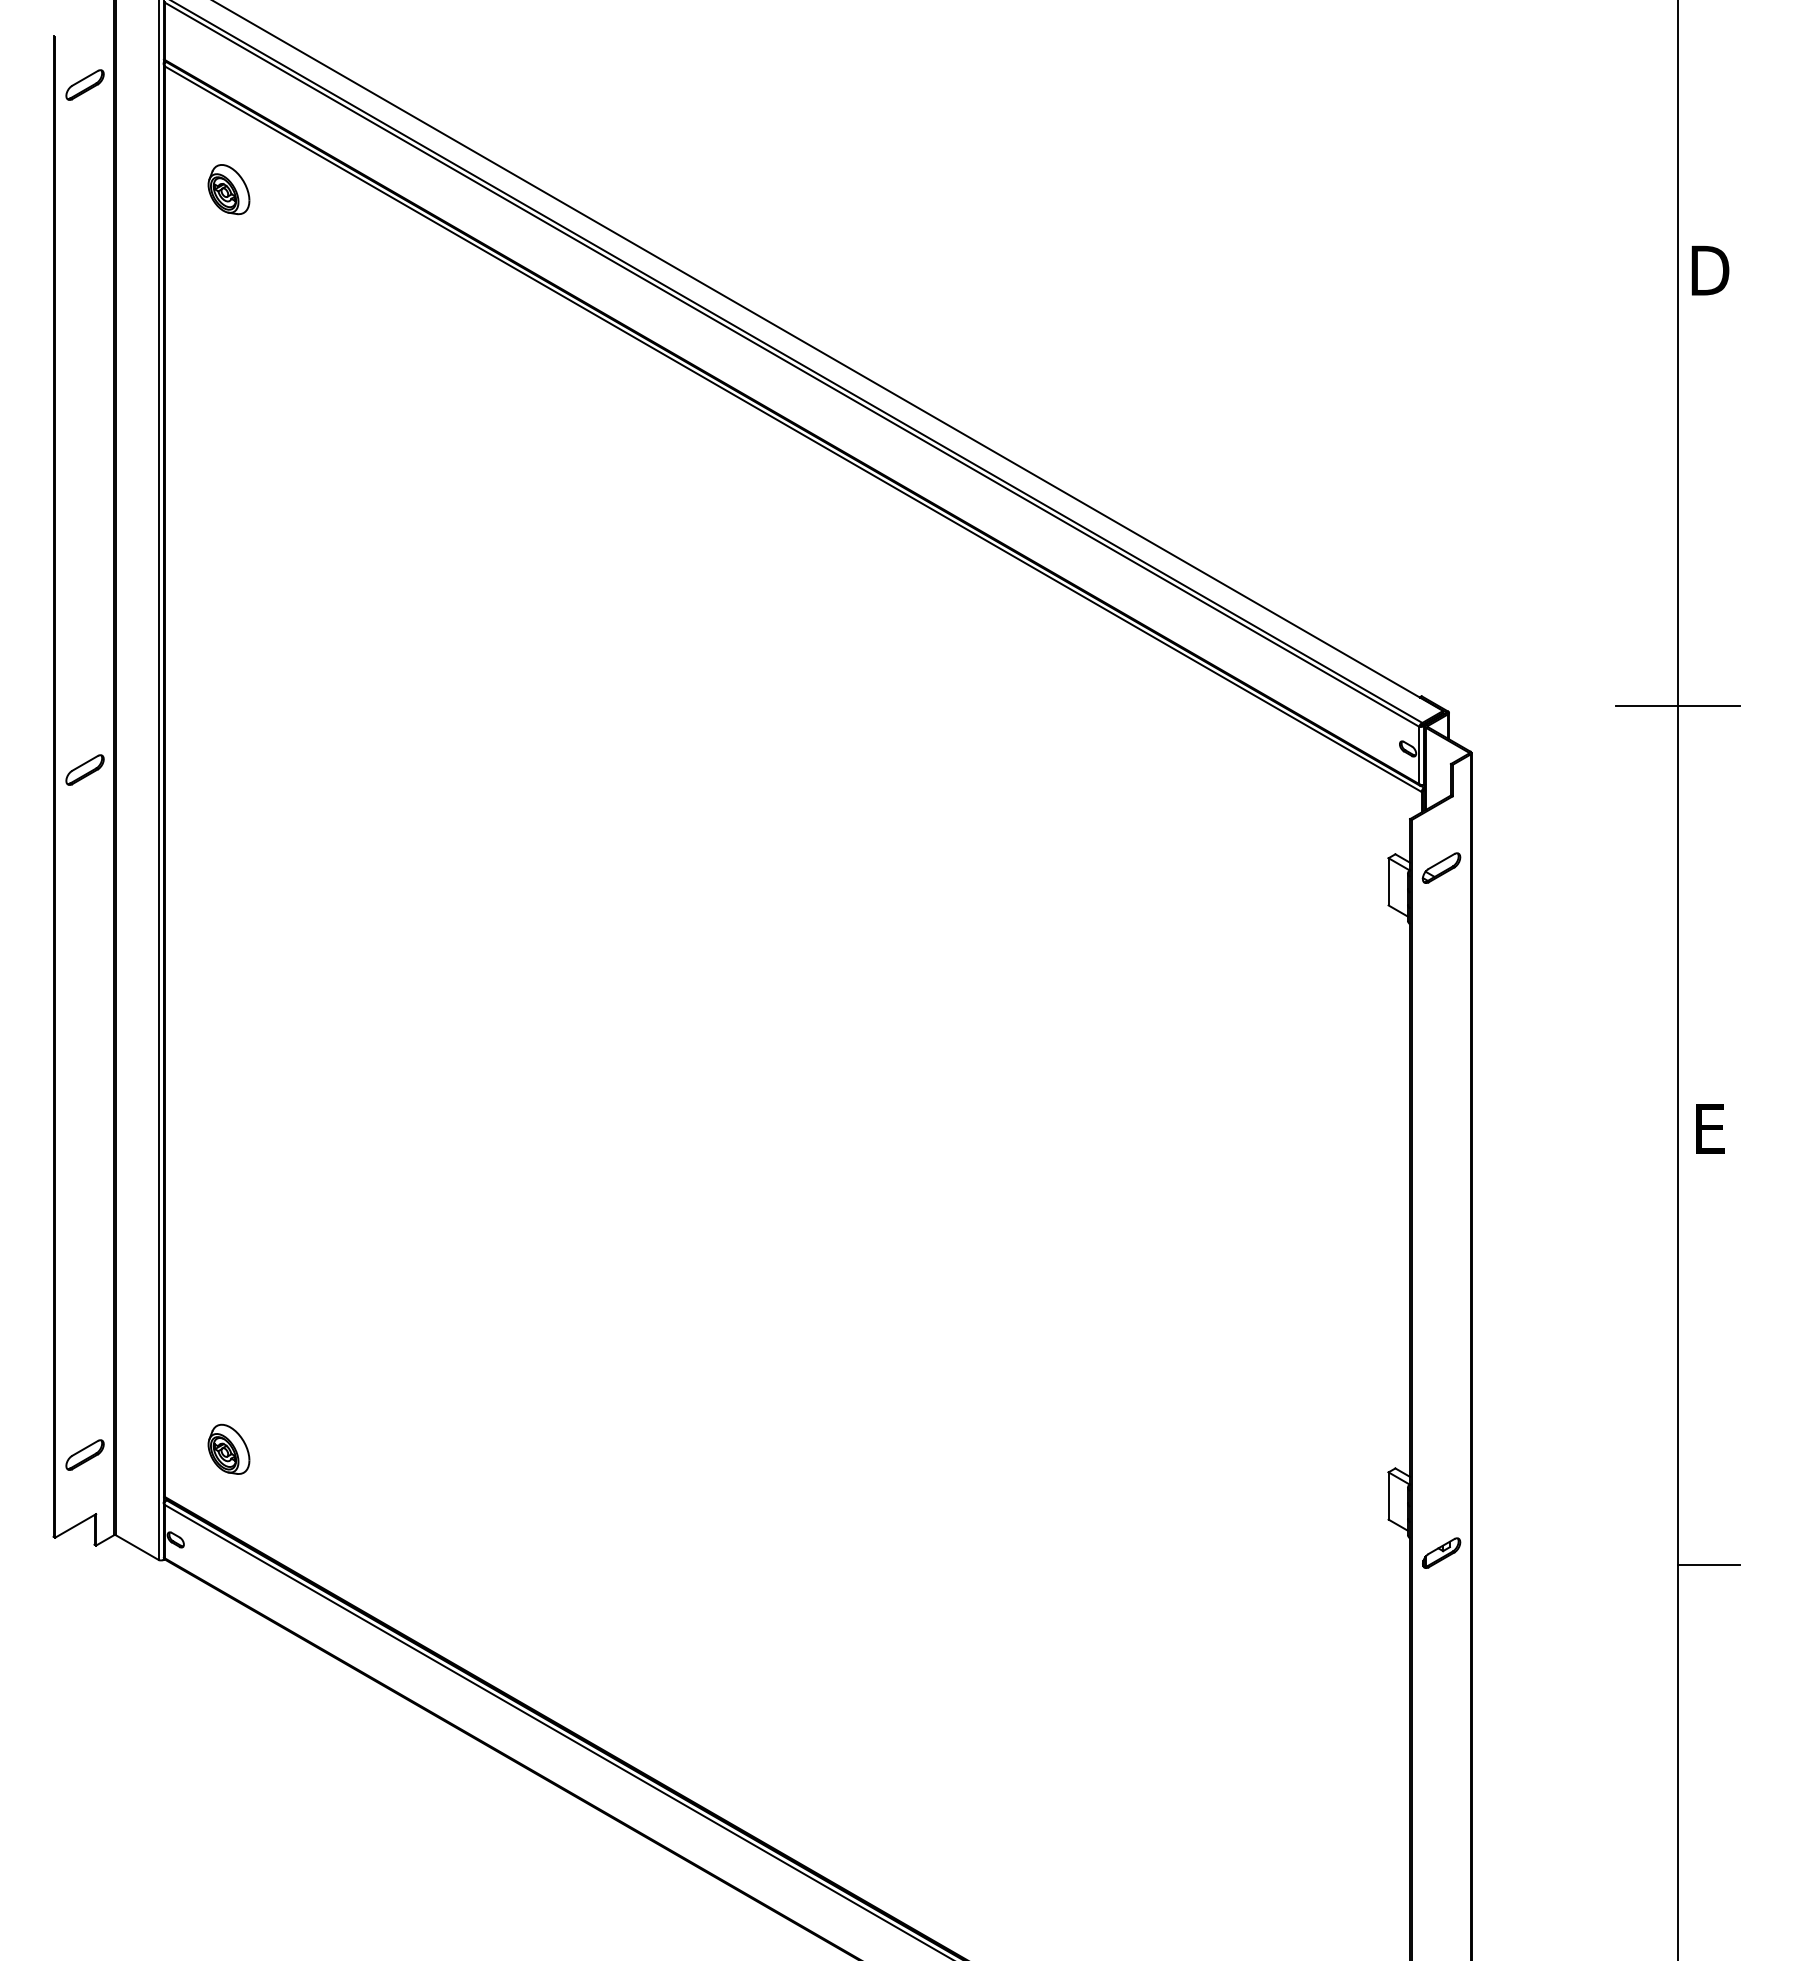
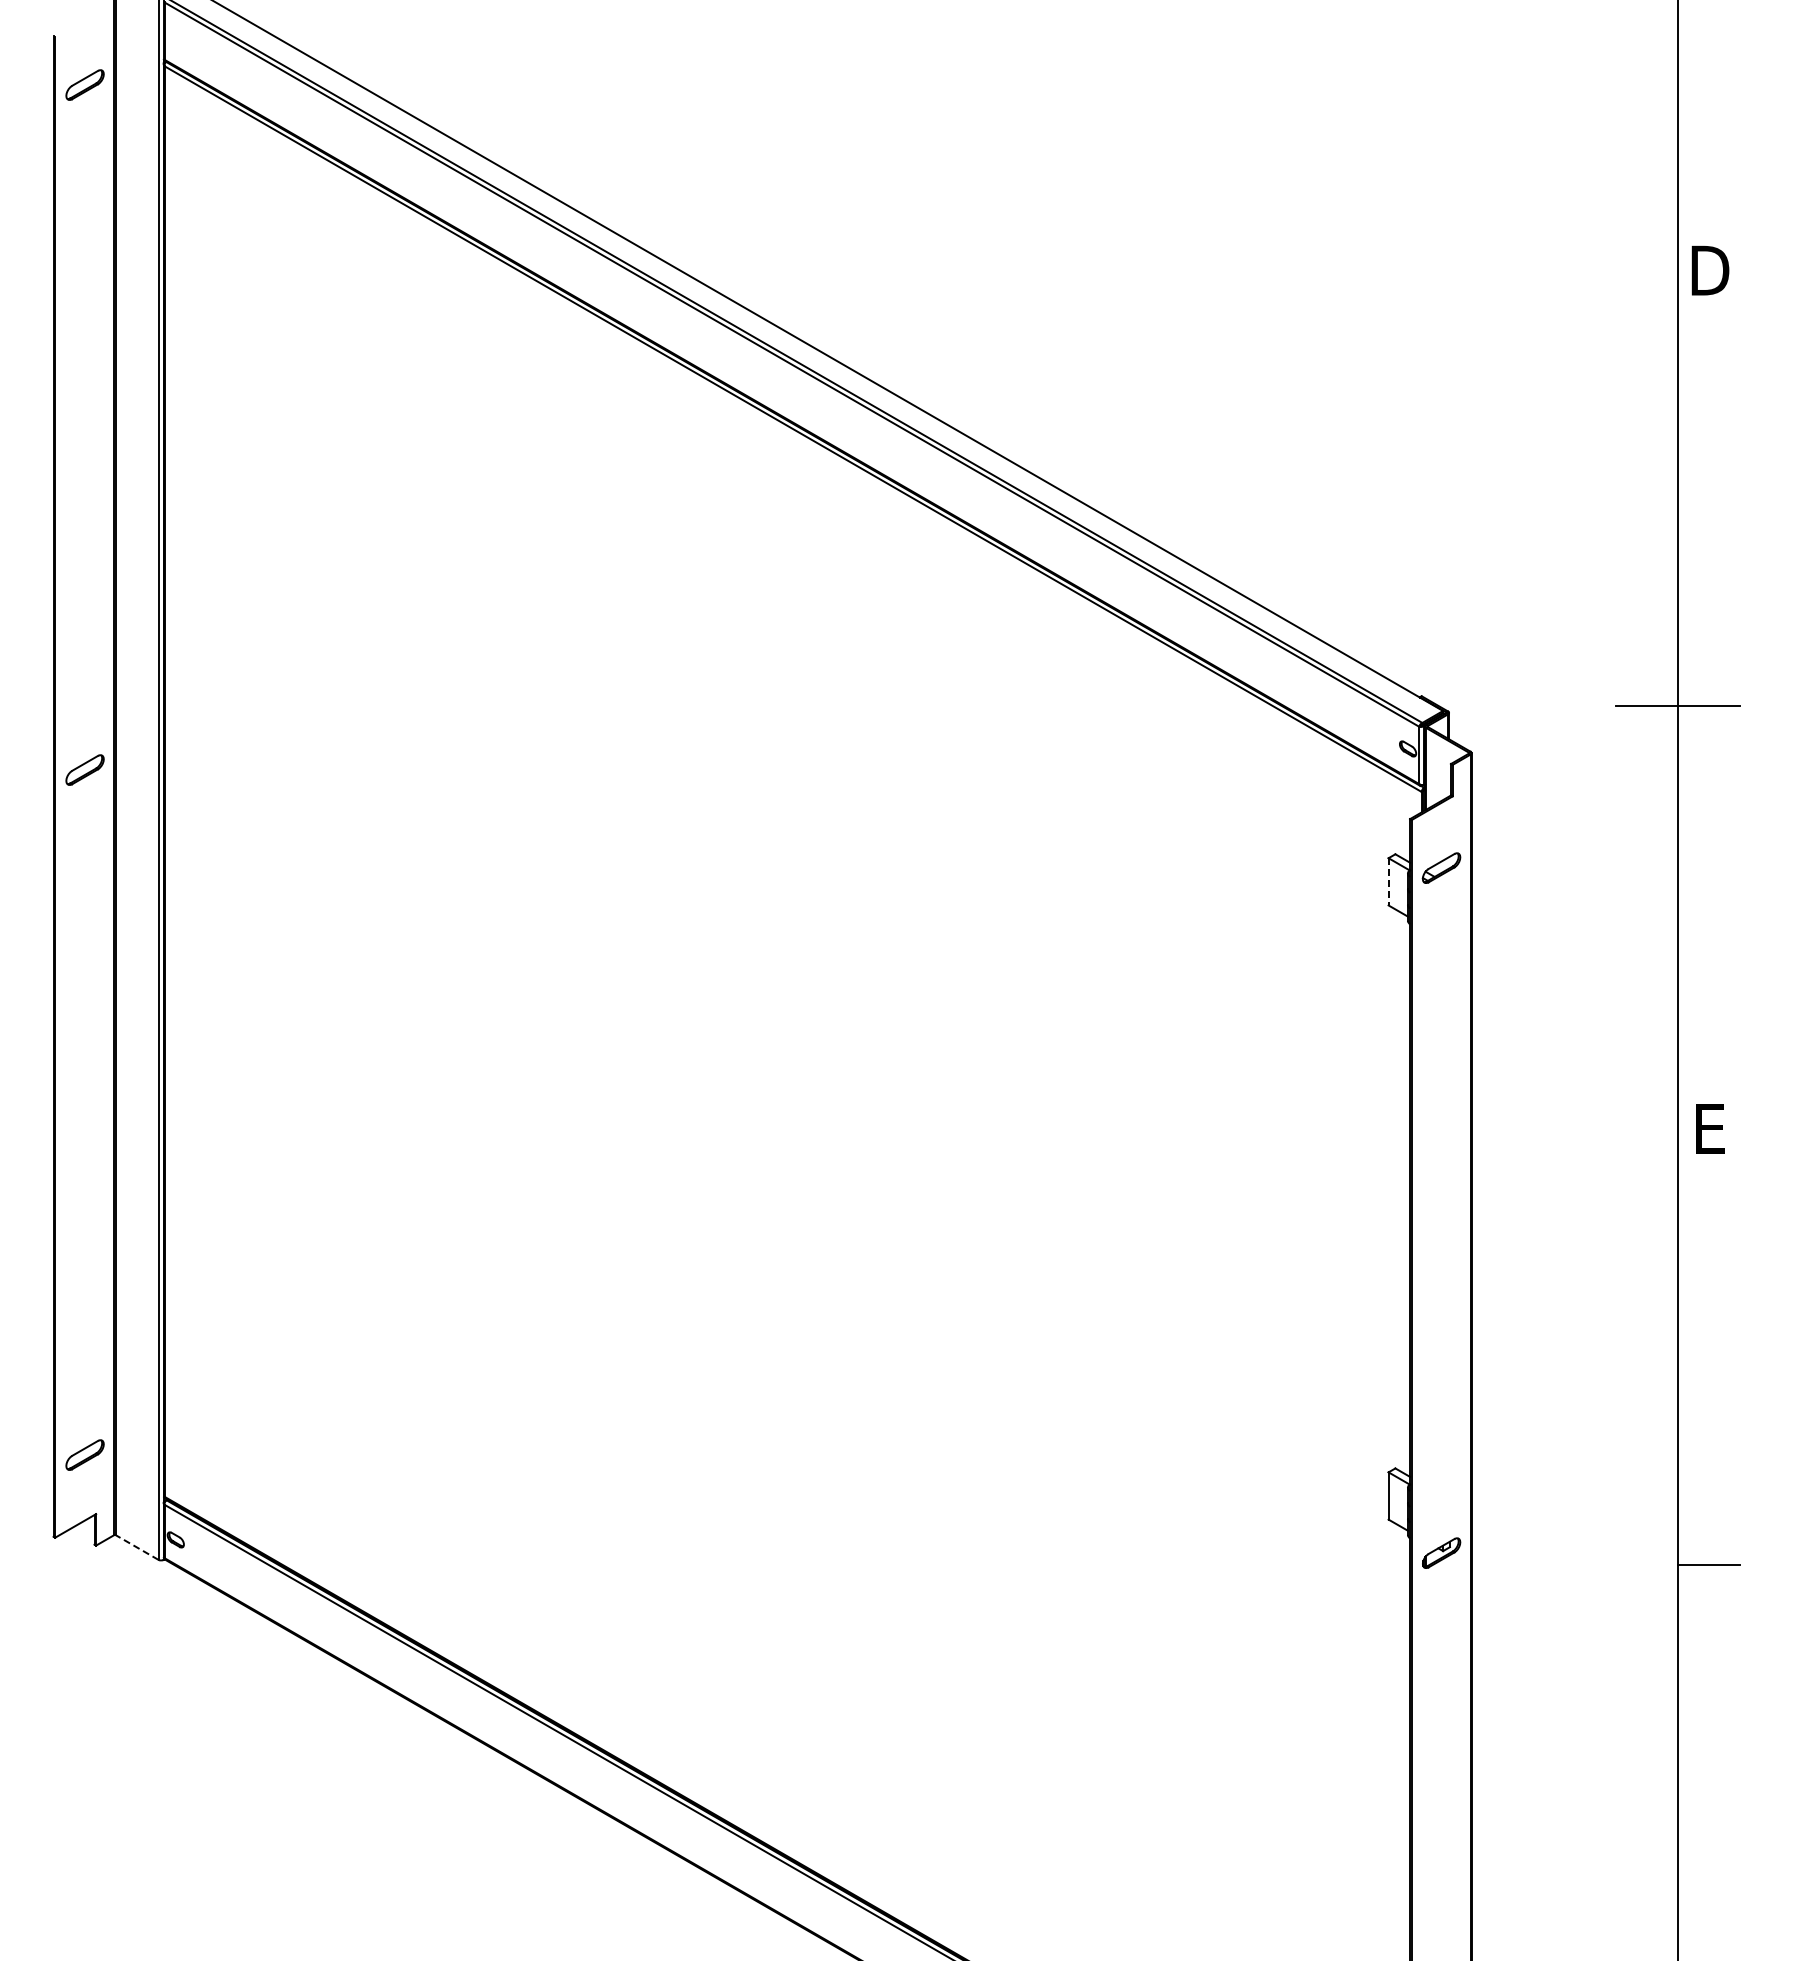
part at (228, 189): present -> none
line at (1388, 881): solid -> dashed
part at (228, 1448): present -> none
line at (137, 1547): solid -> dashed
